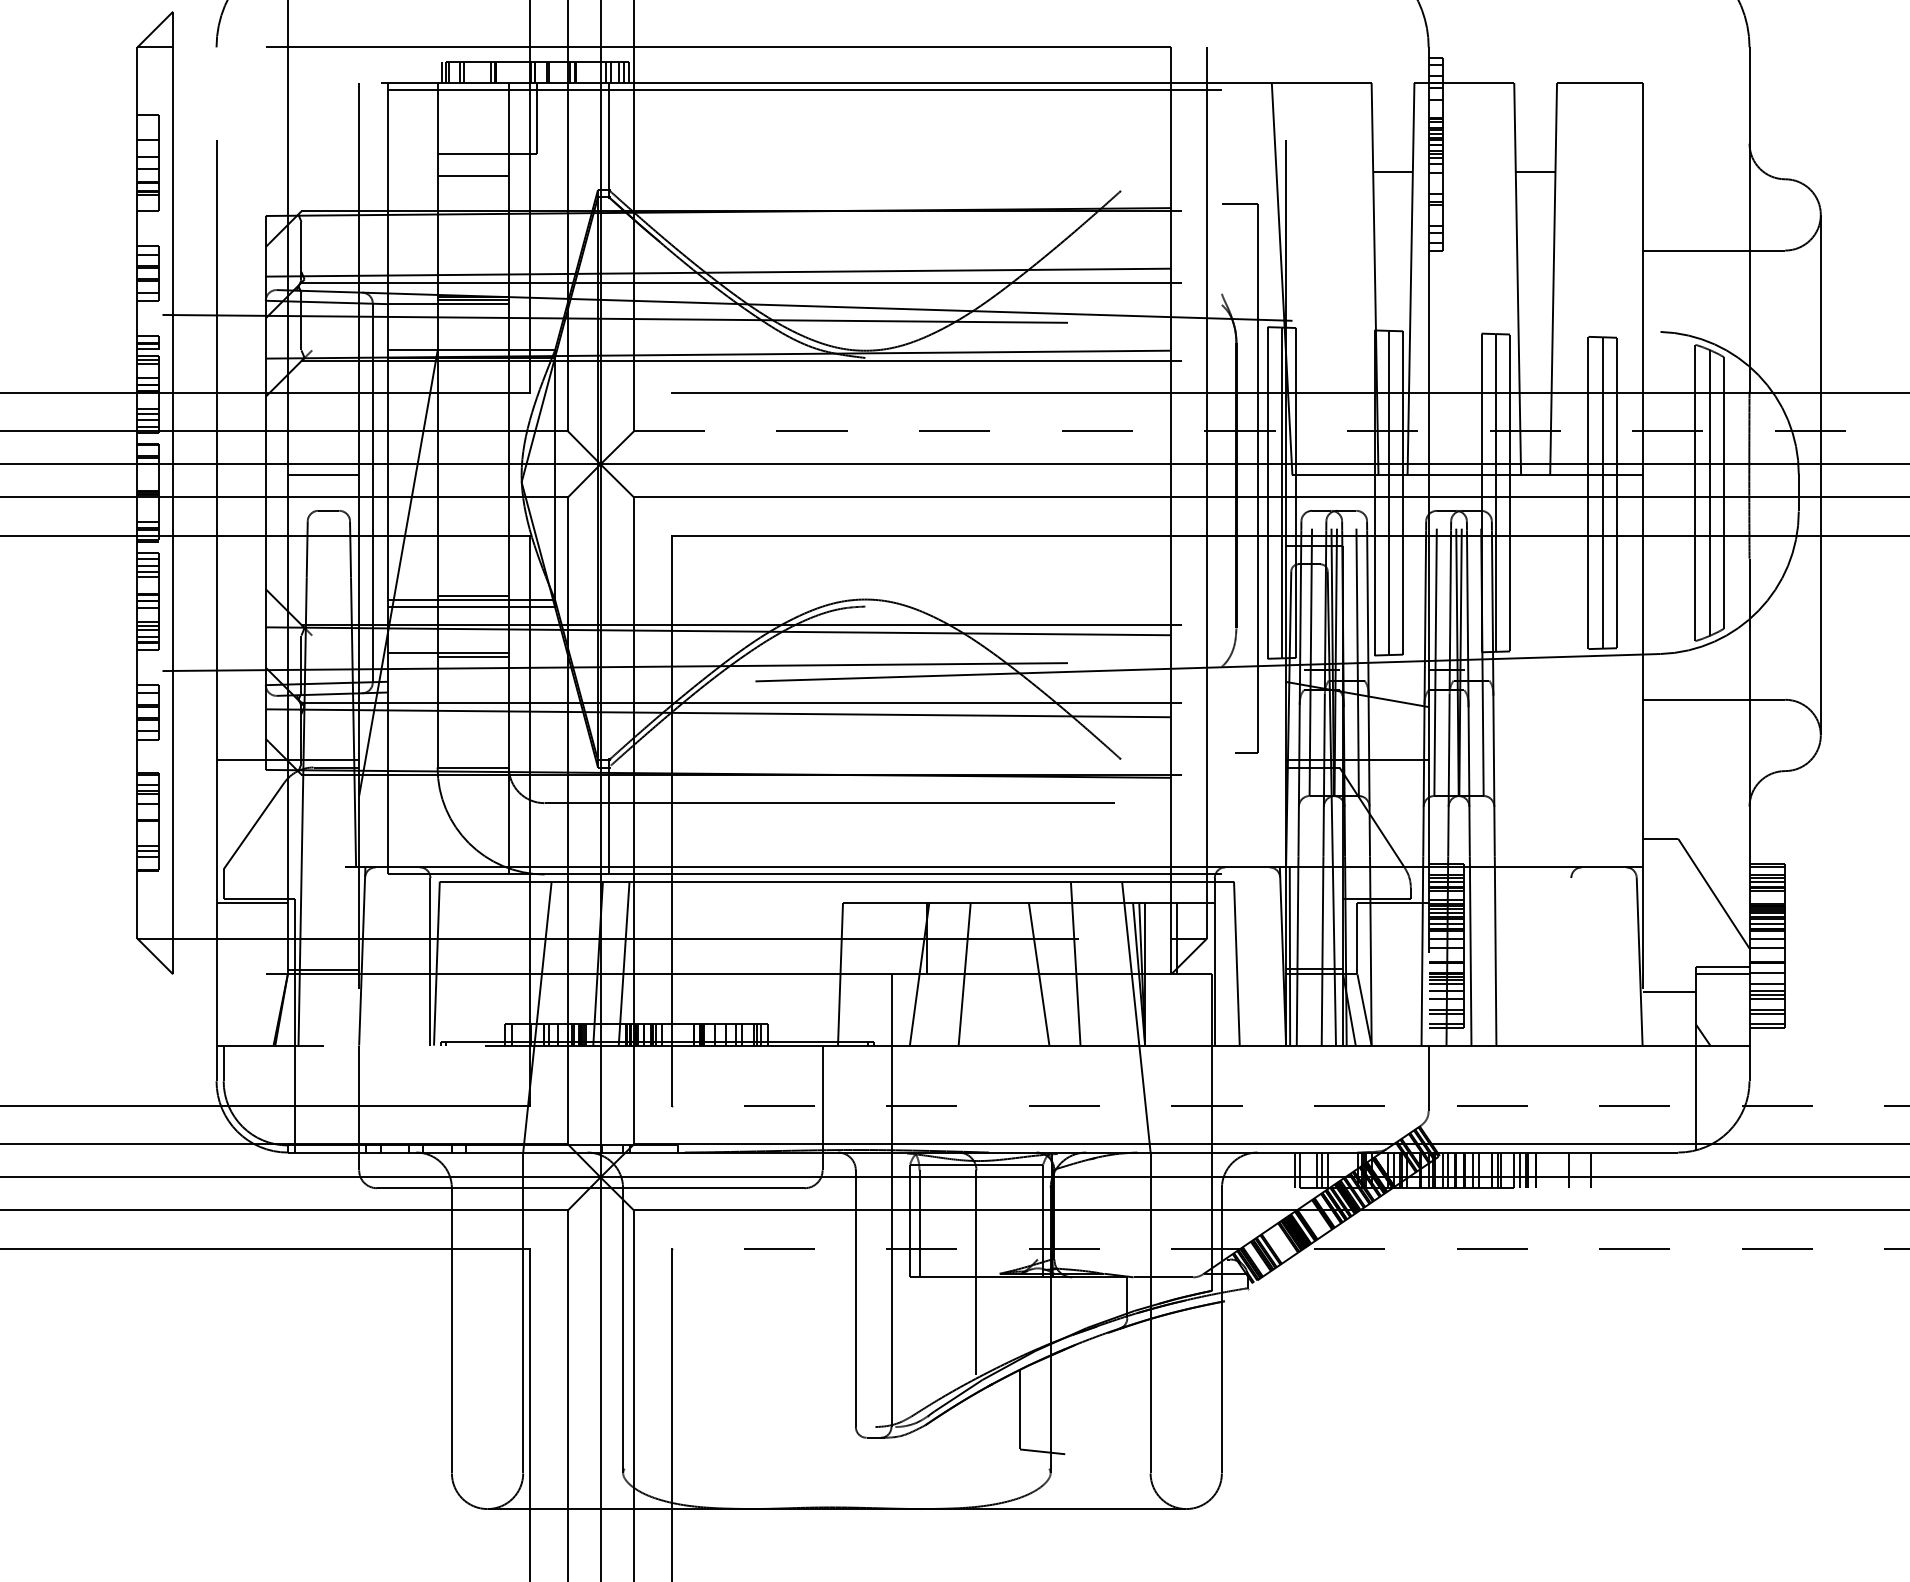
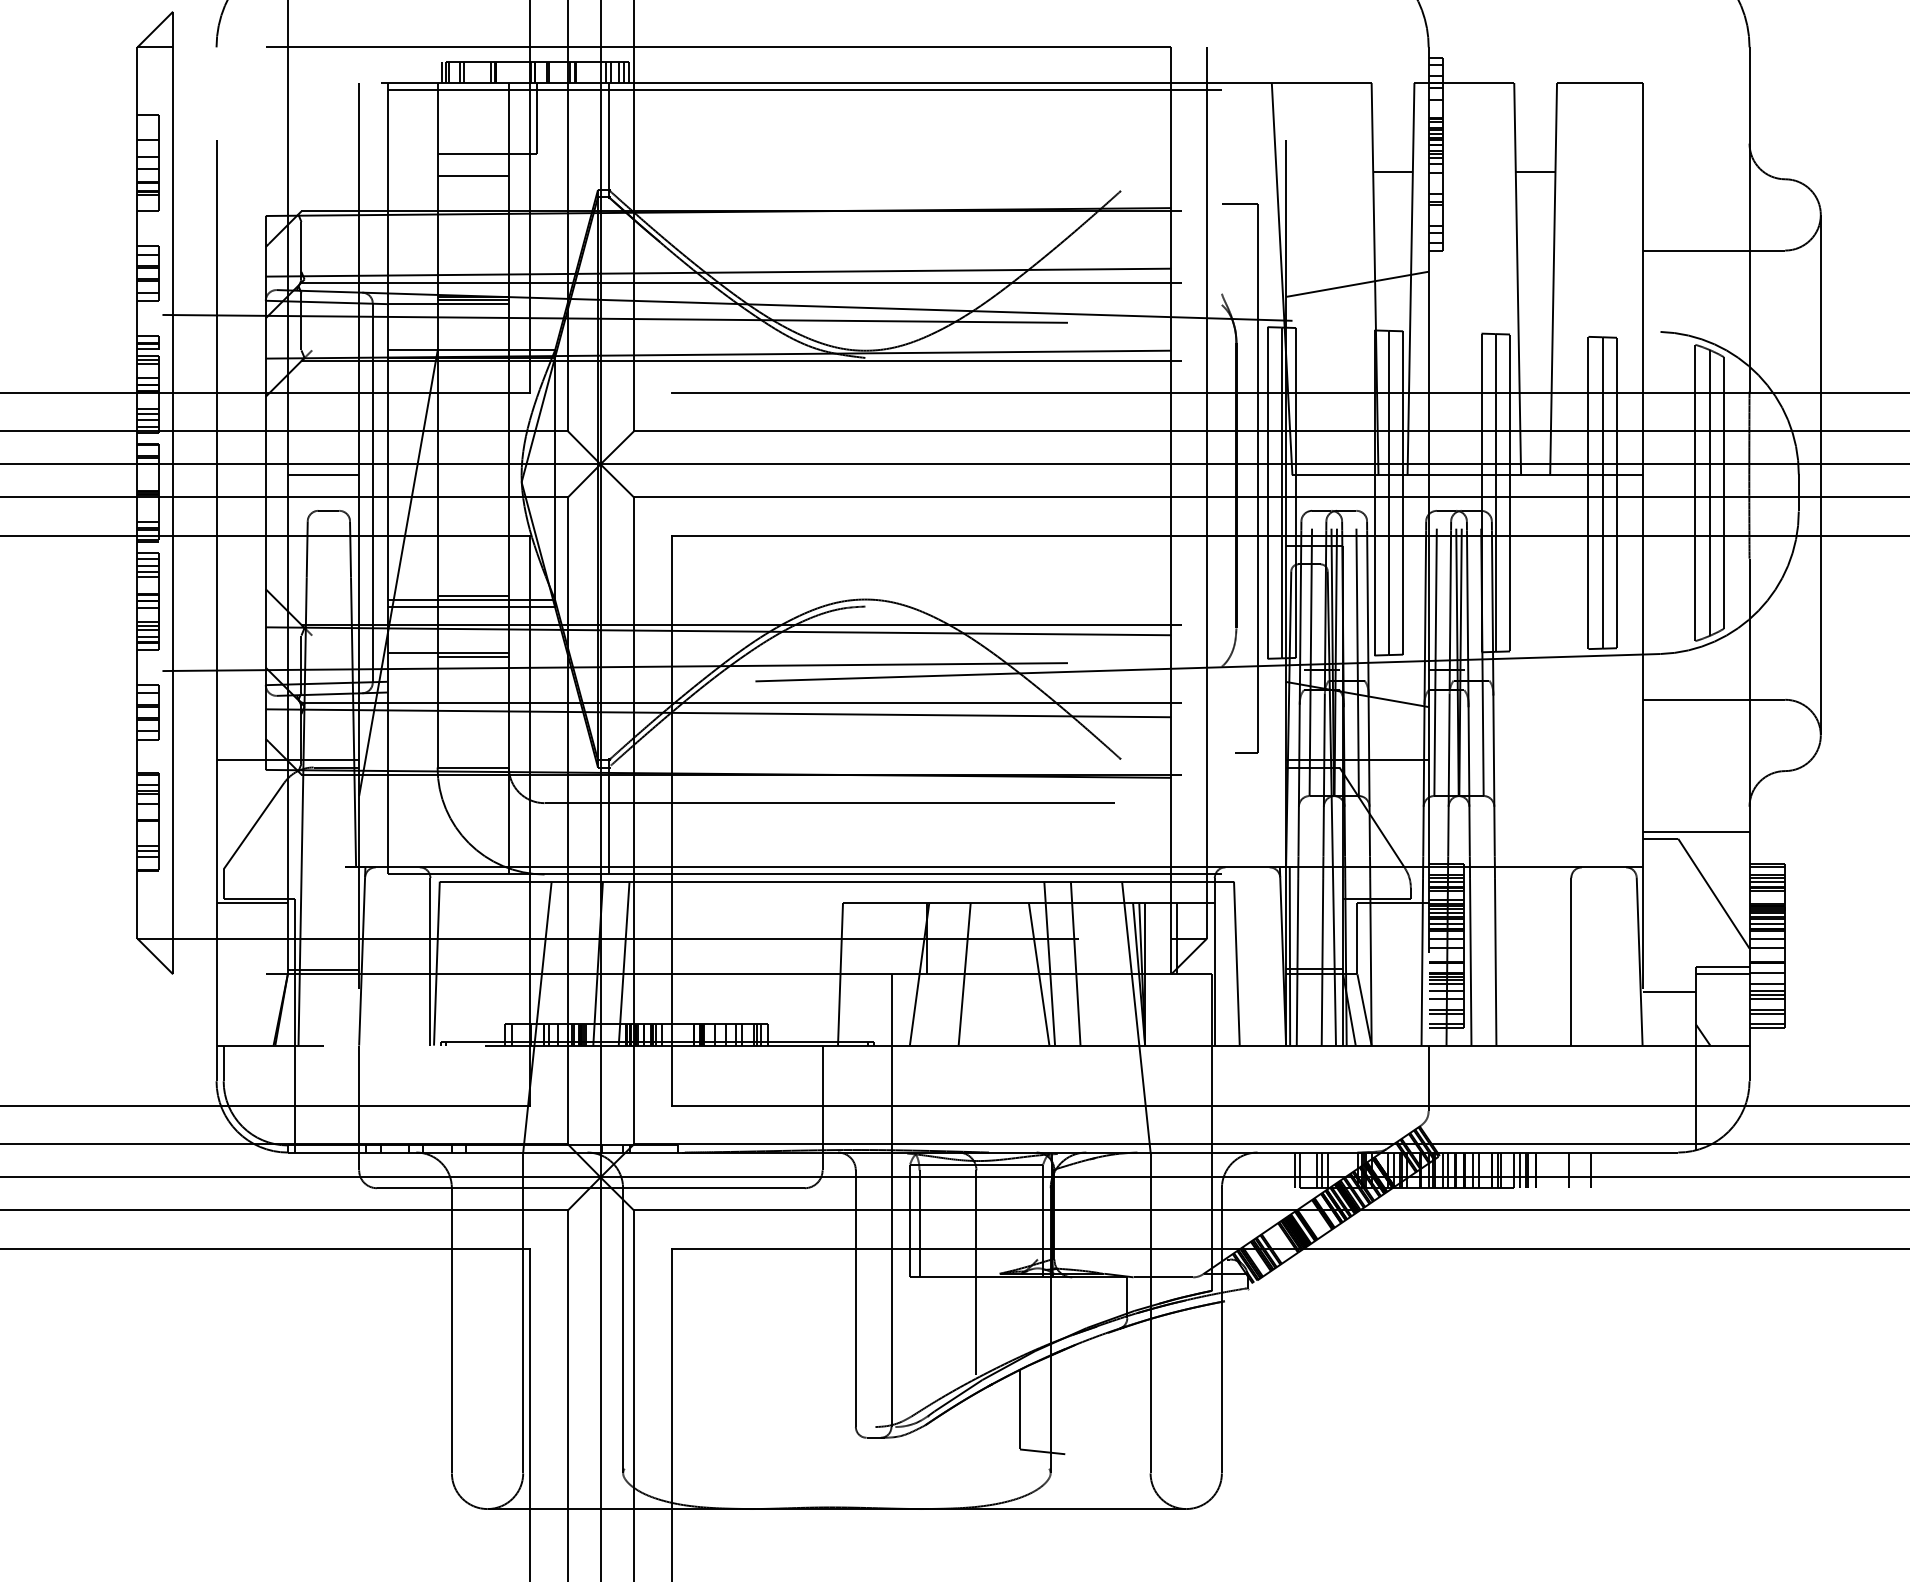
line at (1357, 283): none -> present
line at (1271, 431): dashed -> solid
line at (1695, 831): none -> present
line at (1571, 961): none -> present
line at (1049, 963): none -> present
line at (1291, 1106): dashed -> solid
line at (1291, 1248): dashed -> solid
